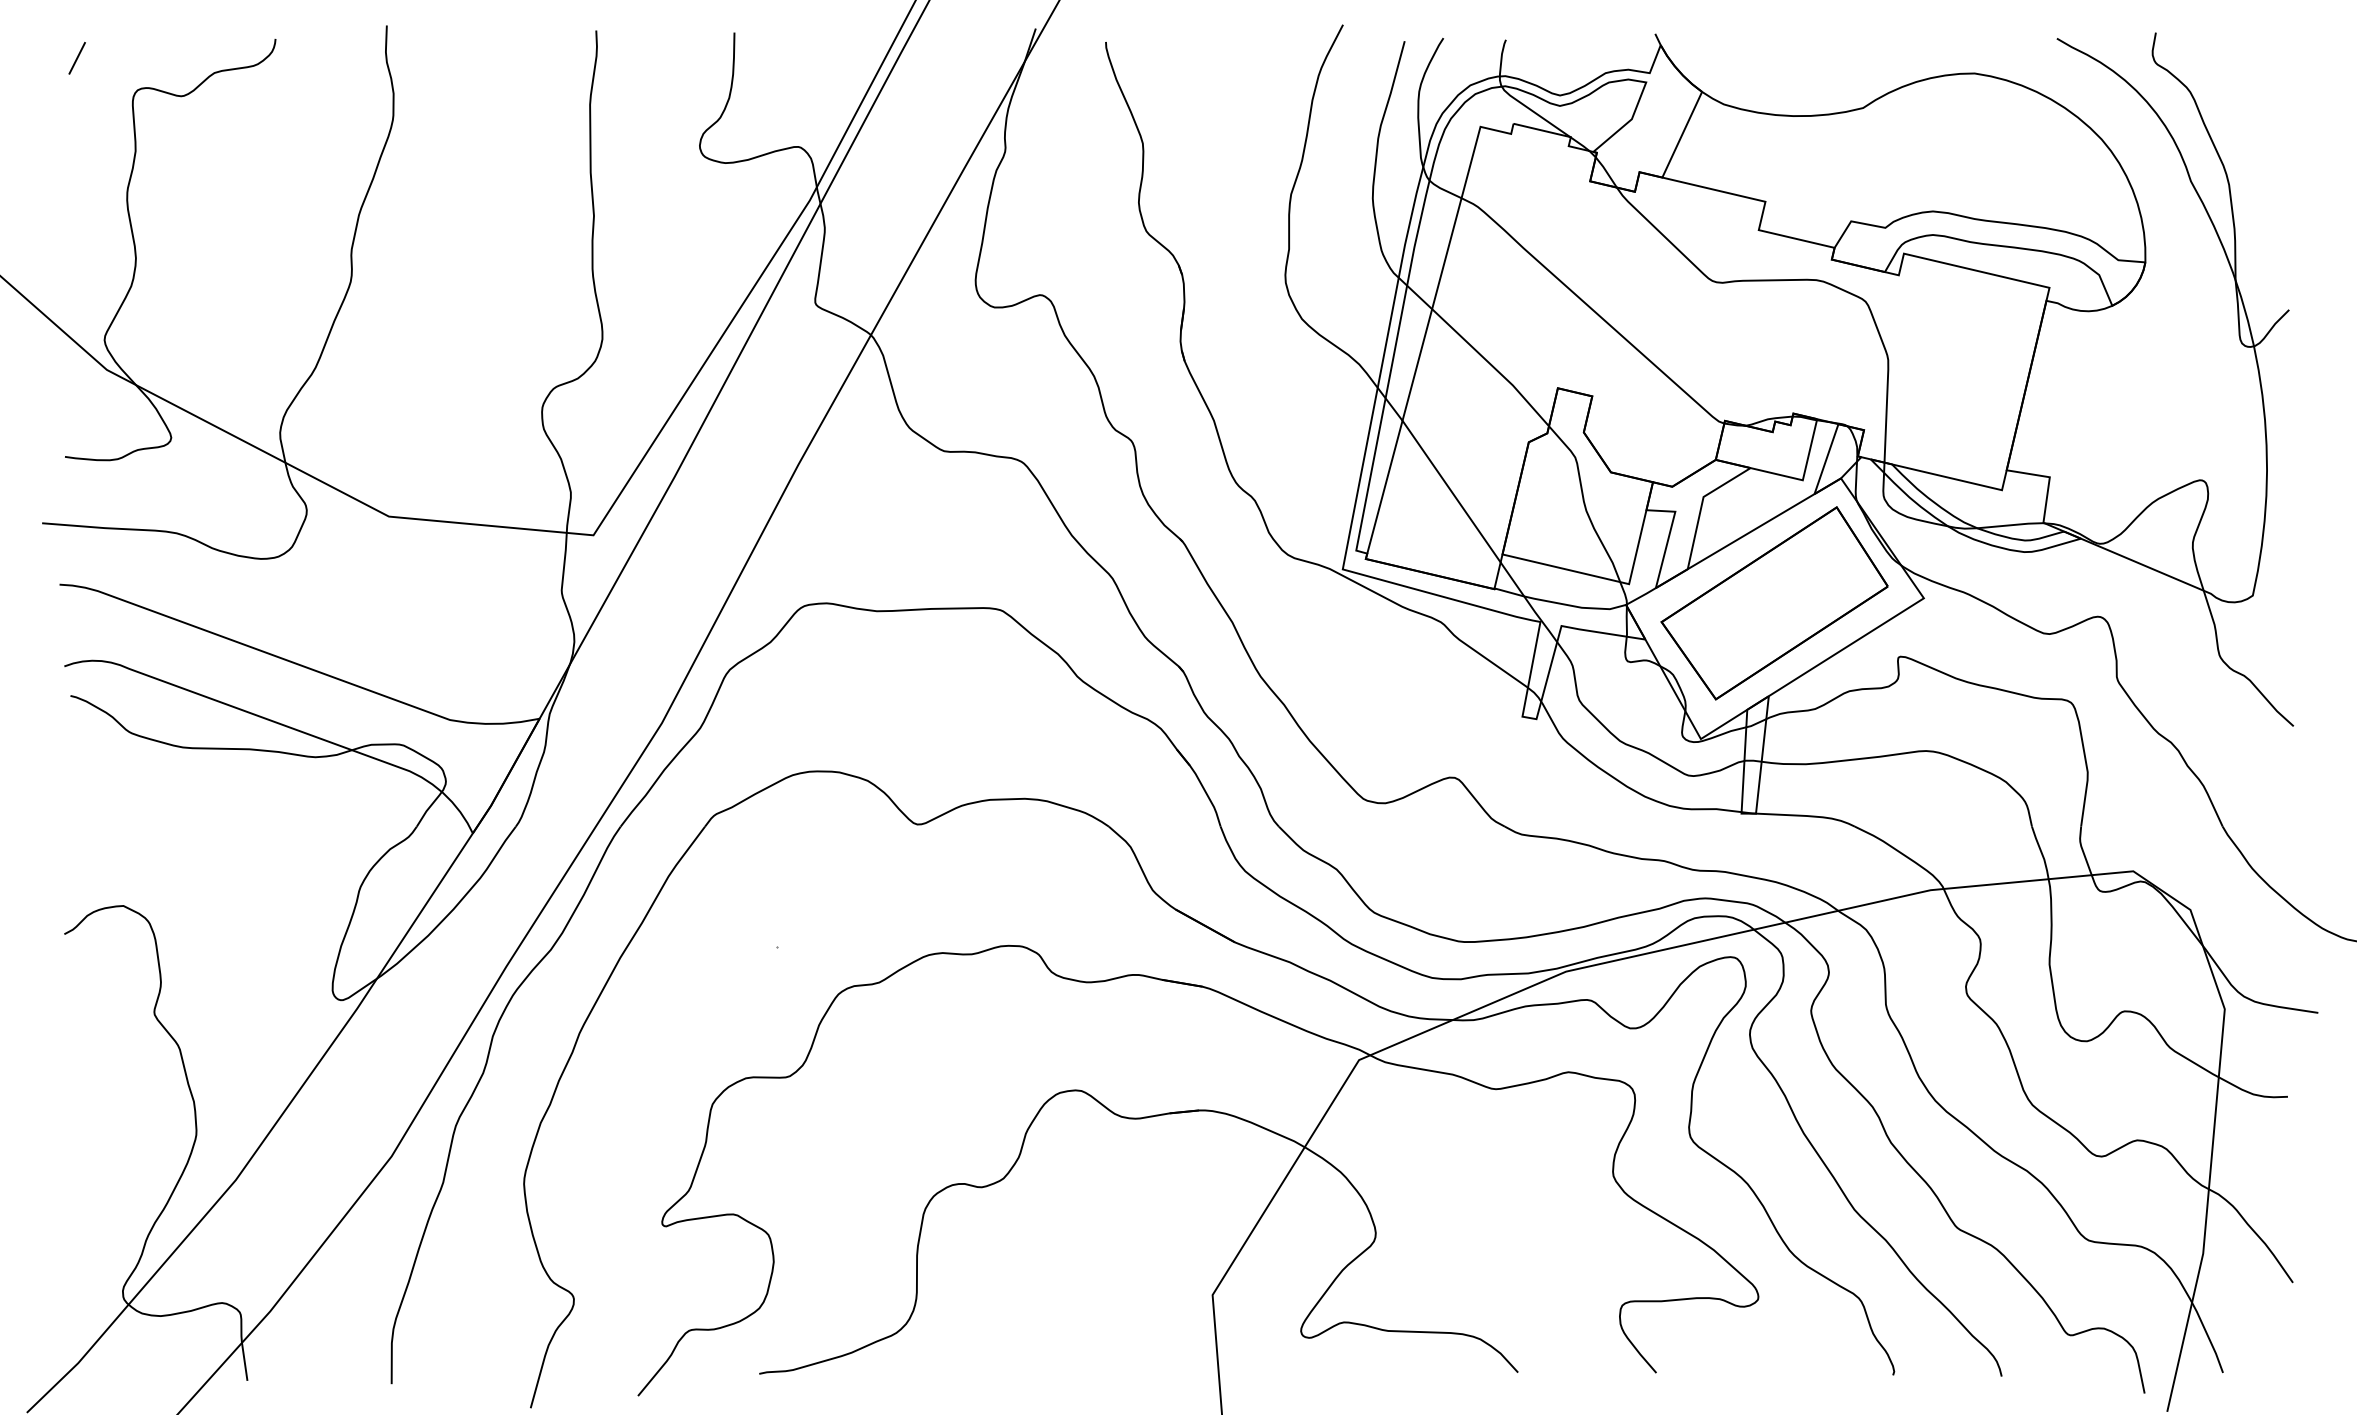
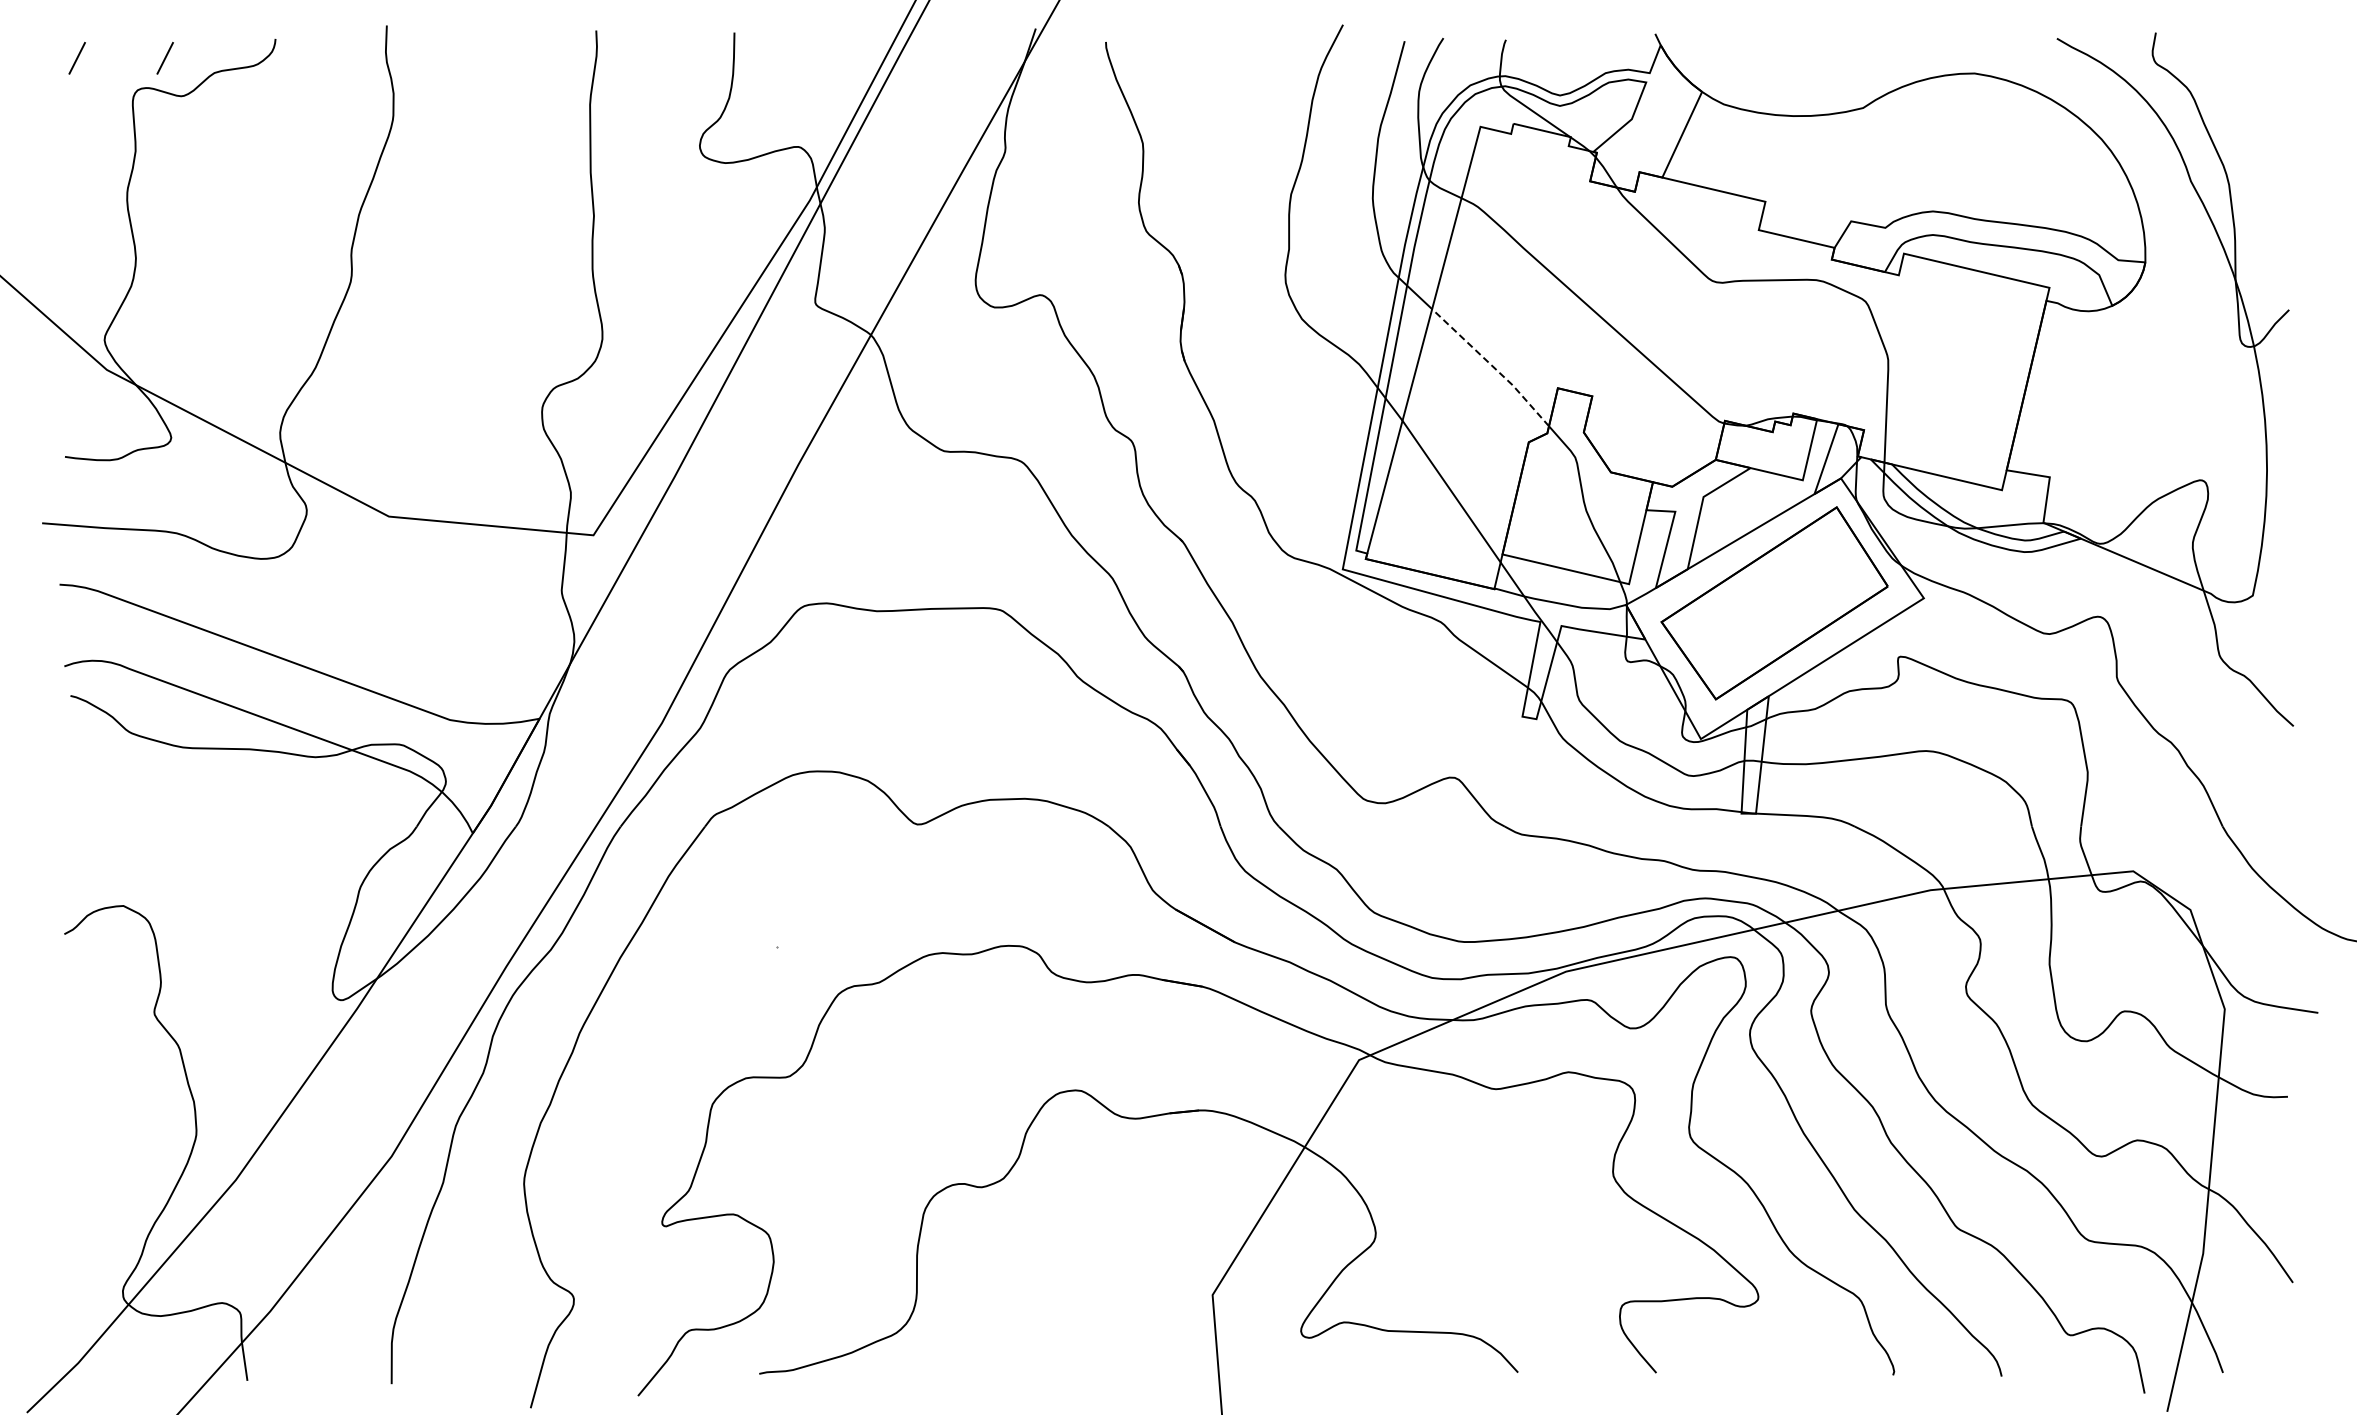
line at (164, 58): none -> present
line at (1492, 366): solid -> dashed
